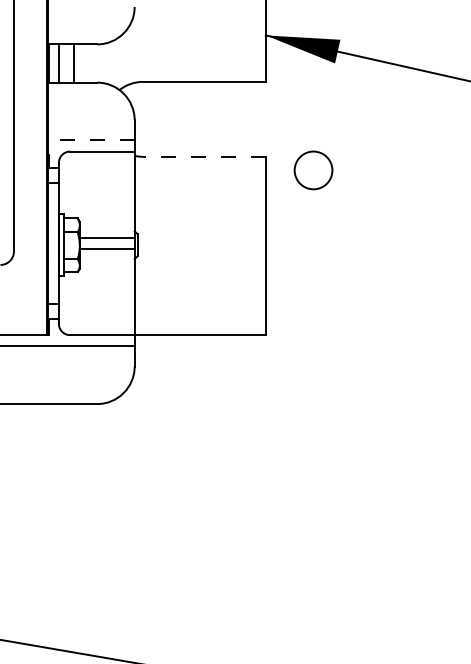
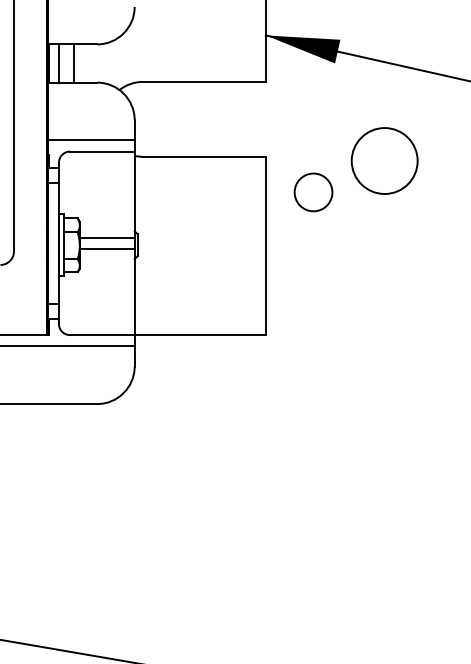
line at (90, 140): dashed -> solid
line at (203, 156): dashed -> solid
circle at (384, 160): none -> present
circle at (313, 170) position: (313, 170) -> (313, 192)
